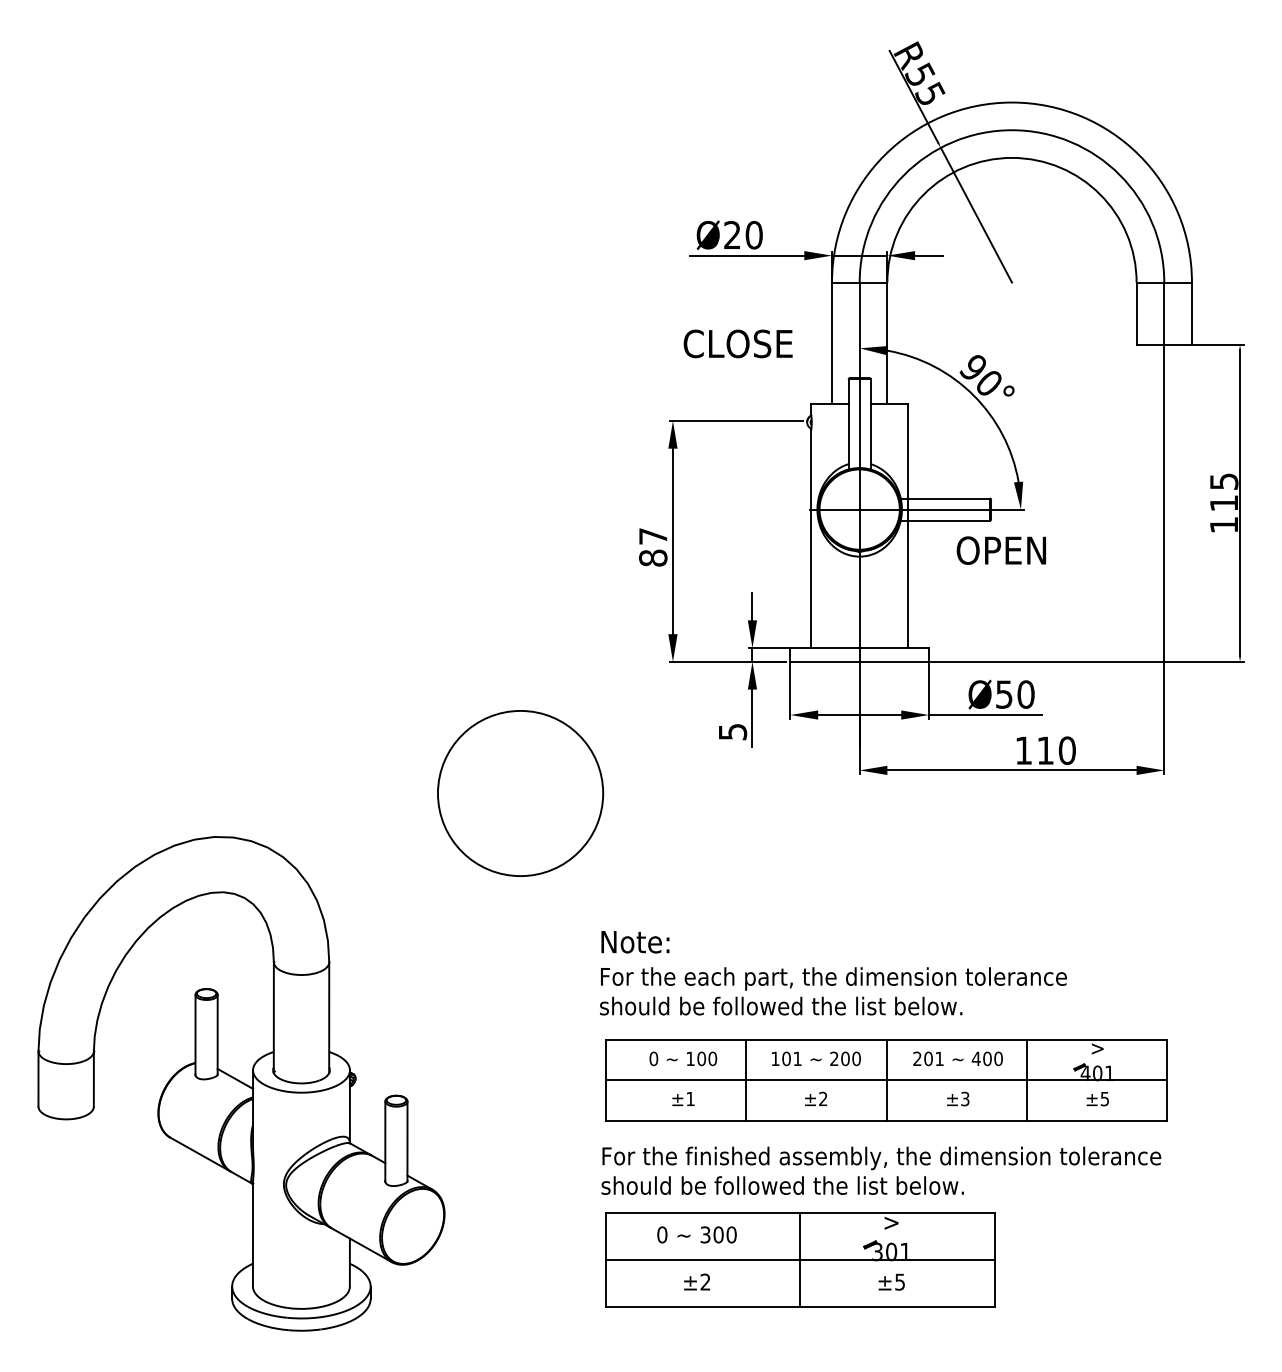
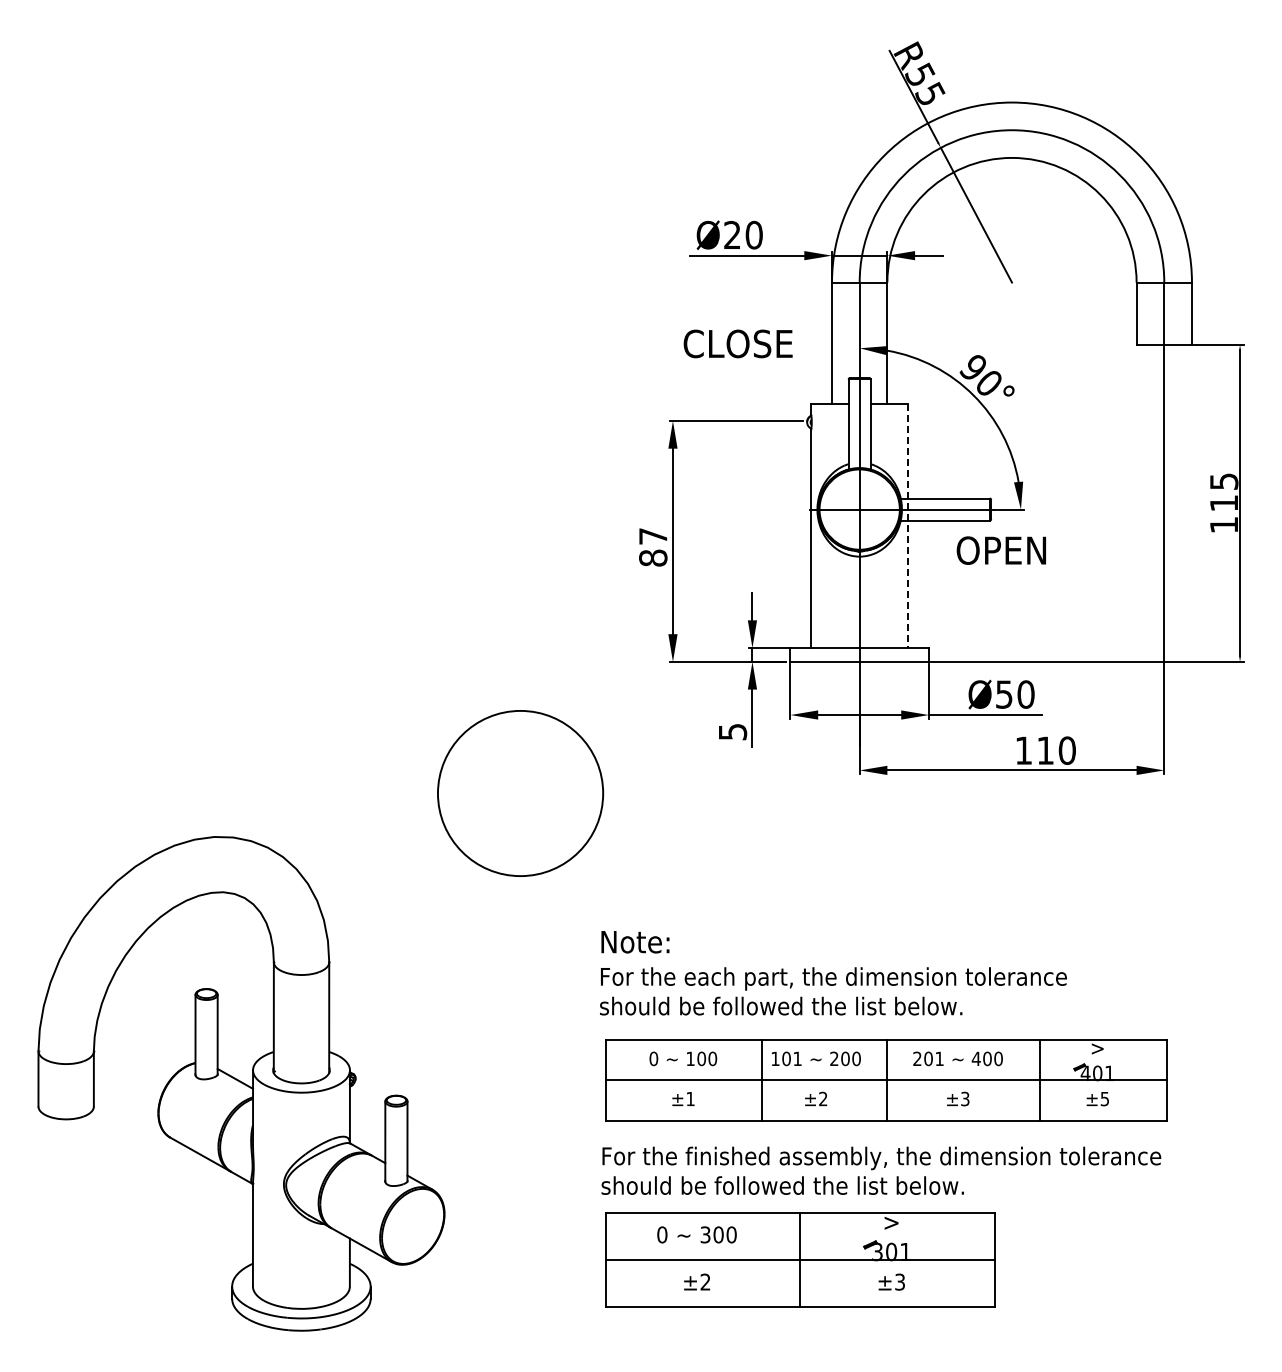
line at (908, 526): solid -> dashed
line at (746, 1080) position: (746, 1080) -> (762, 1080)
line at (1026, 1080) position: (1026, 1080) -> (1039, 1080)
text at (899, 1281): ±5 -> ±3
